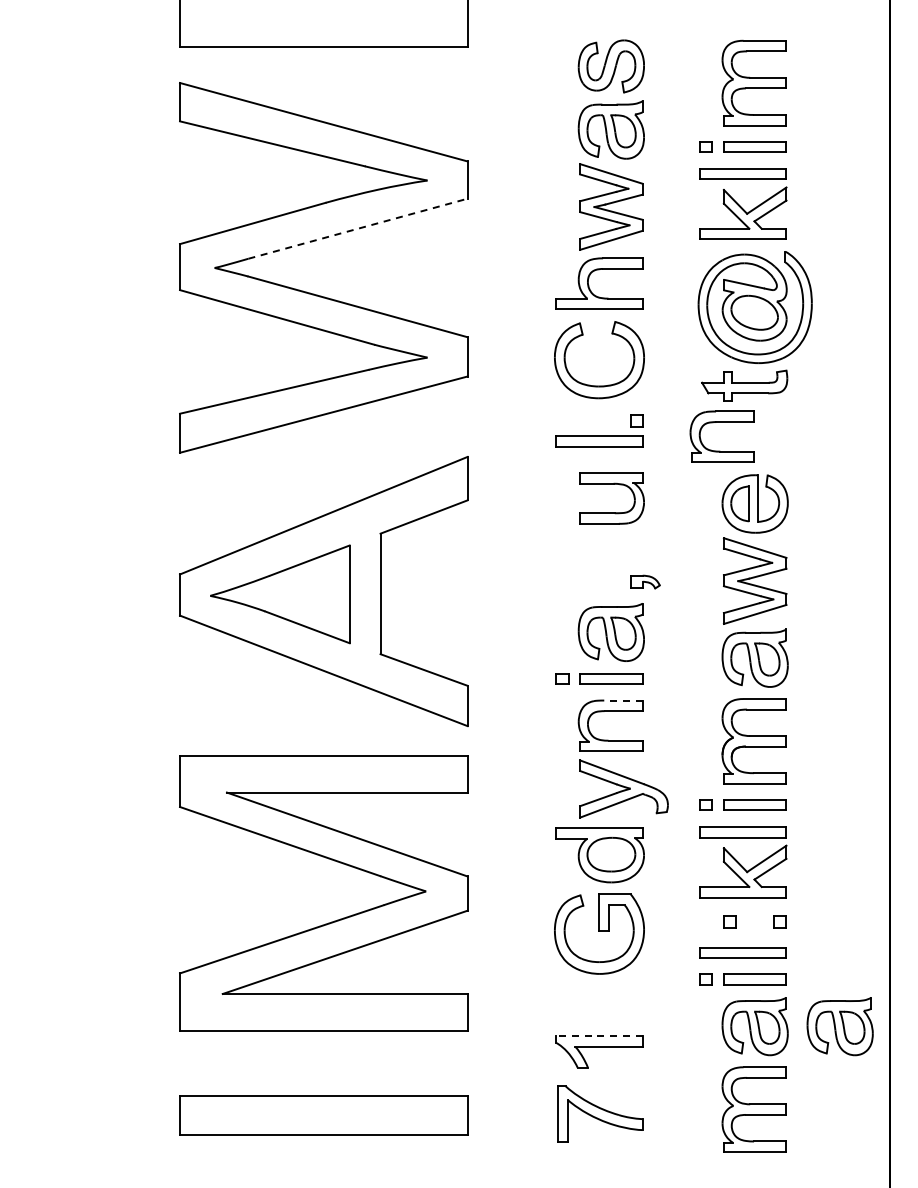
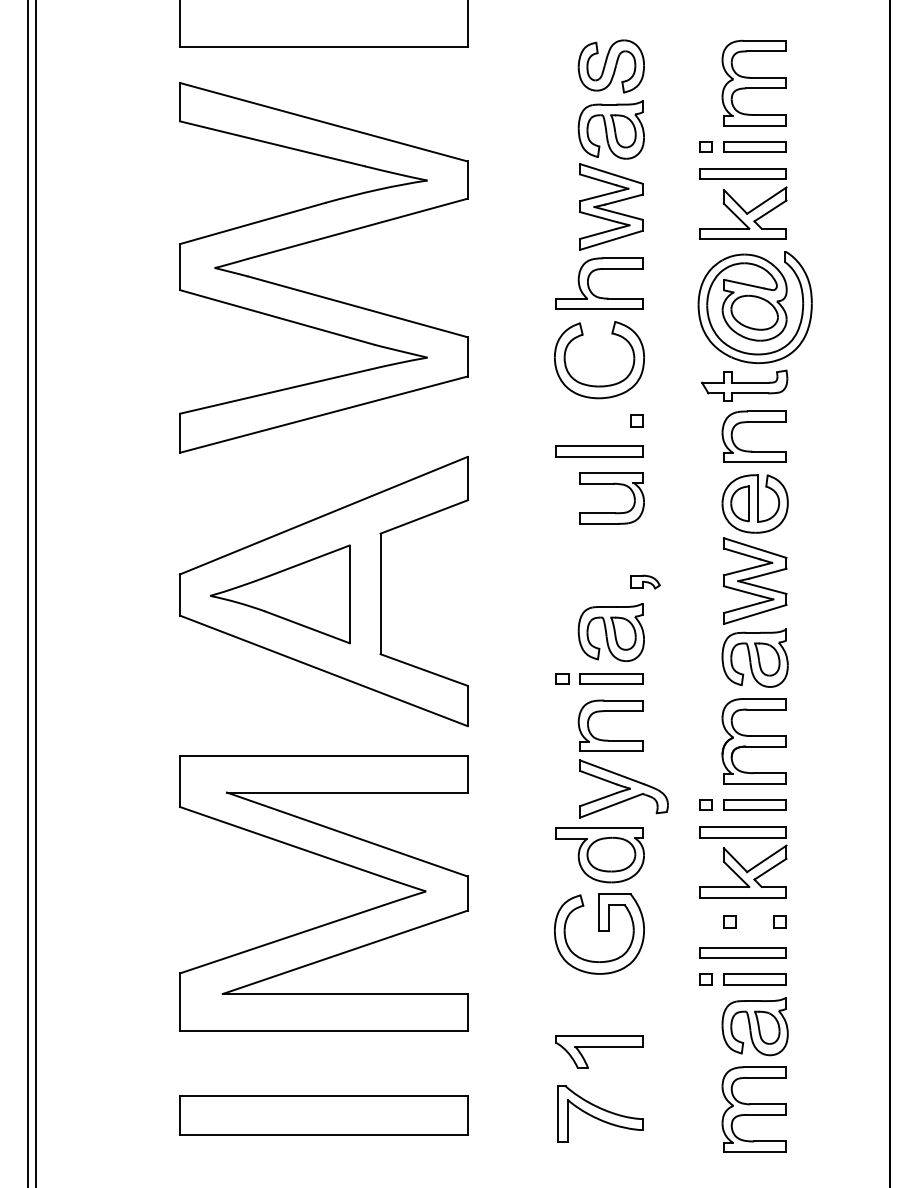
line at (358, 228): dashed -> solid
part at (721, 422) position: (721, 422) -> (753, 422)
part at (599, 441) position: (599, 441) -> (599, 451)
line at (27, 593): none -> present
line at (36, 593): none -> present
line at (622, 700): dashed -> solid
part at (839, 1026): present -> none
line at (598, 1035): dashed -> solid
